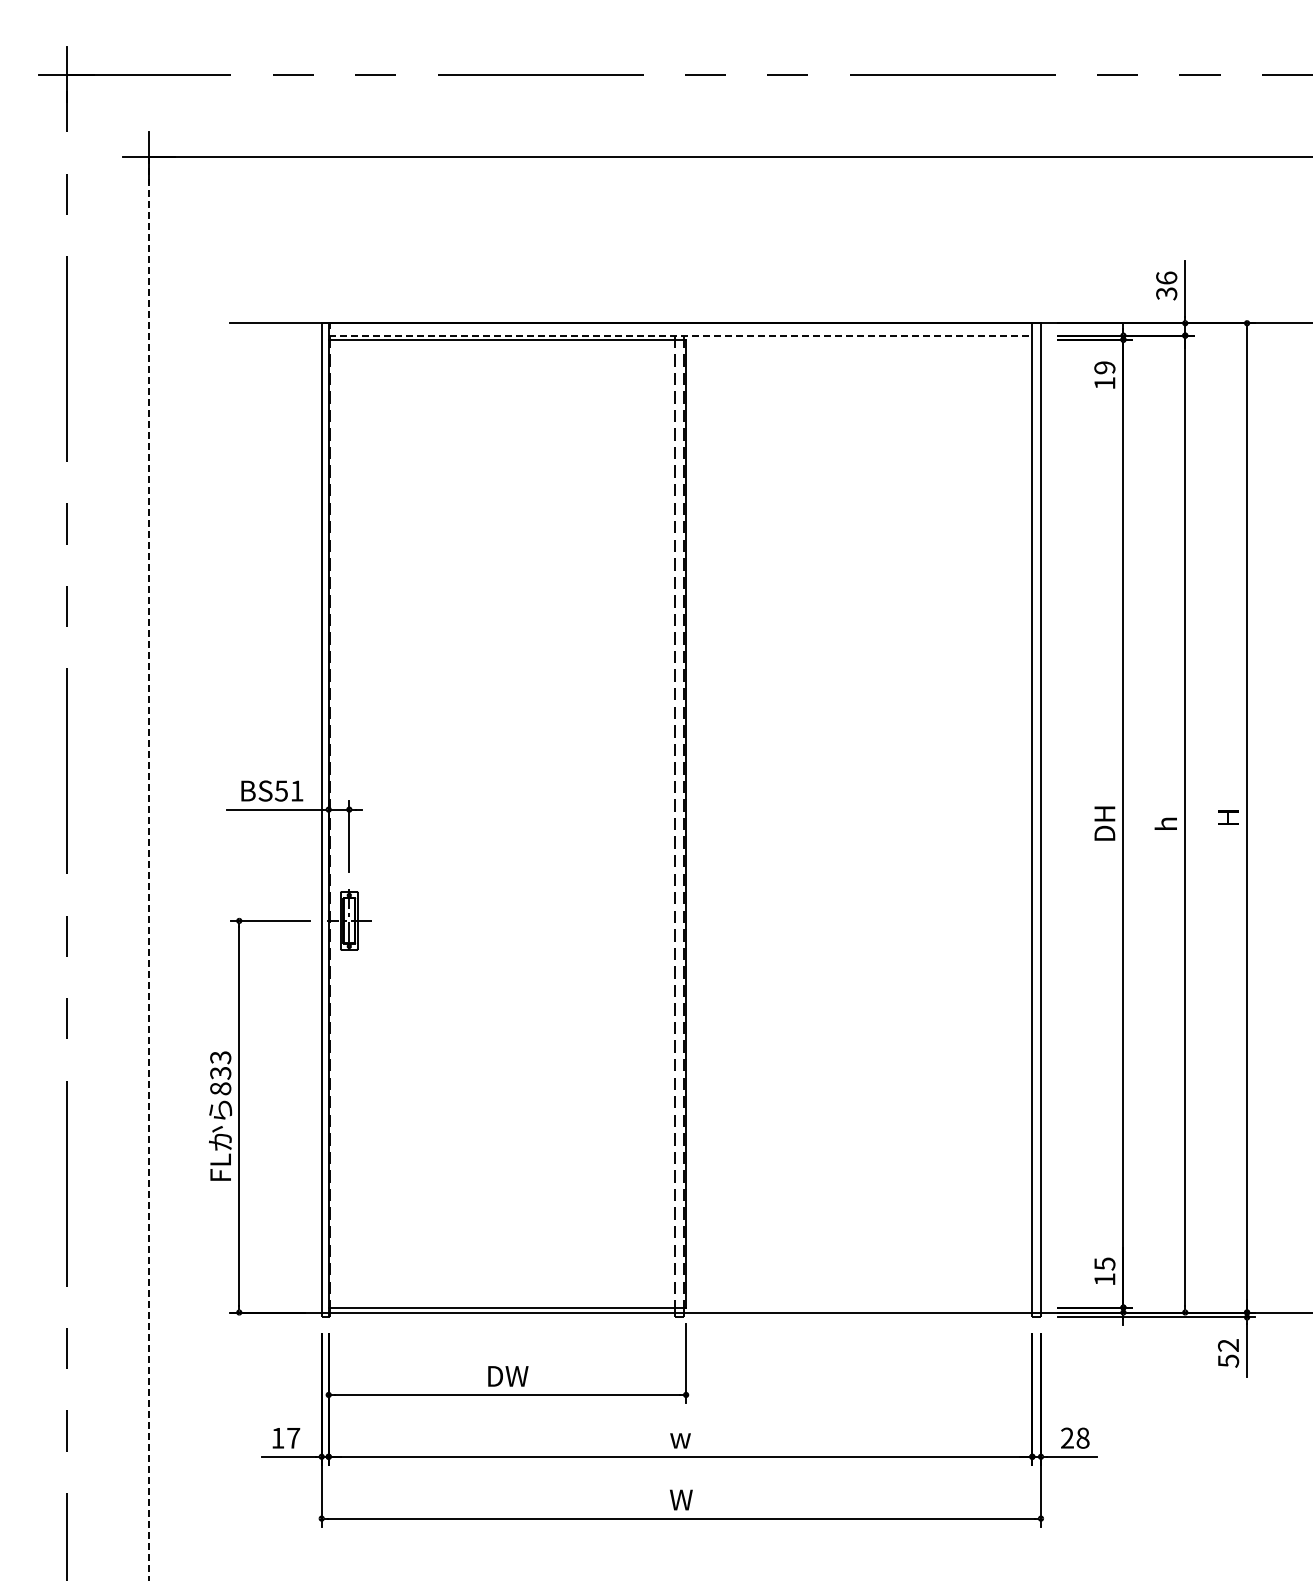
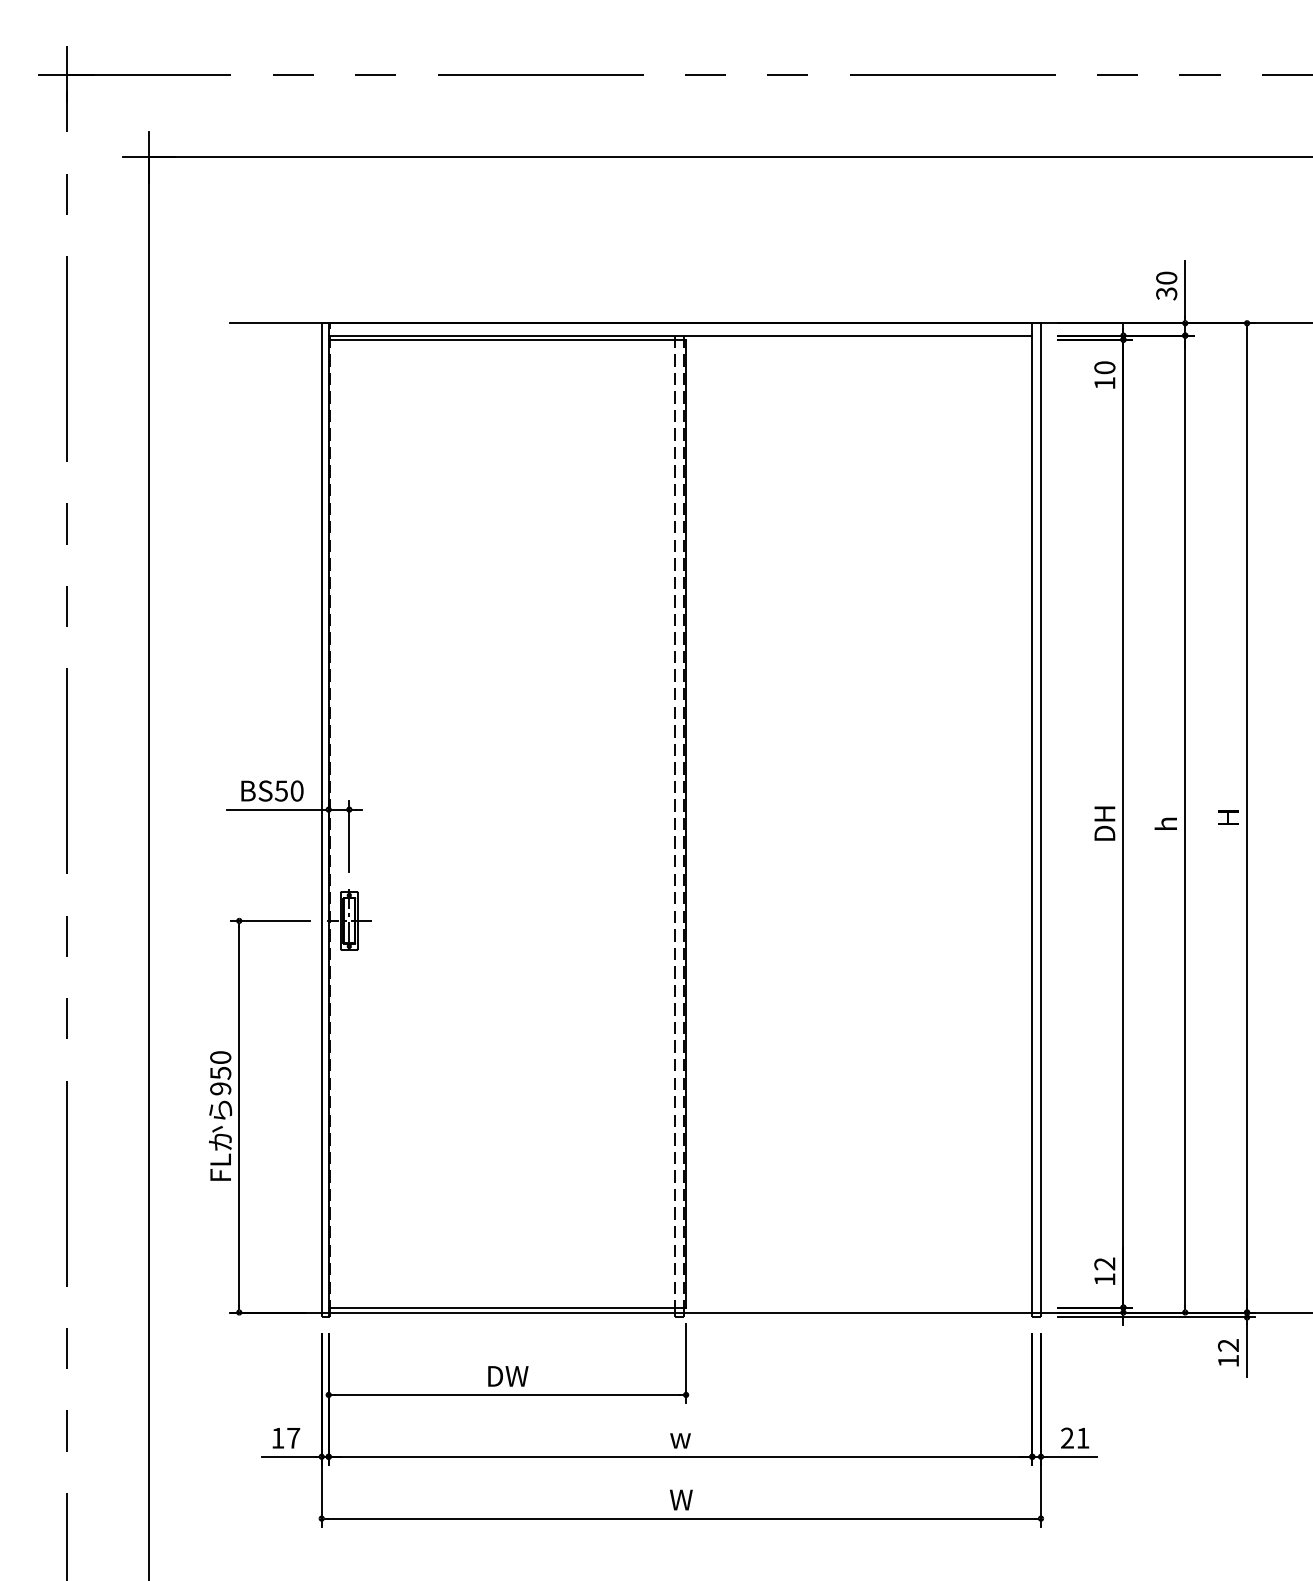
text at (1166, 277): 36 -> 30
line at (680, 335): dashed -> solid
text at (1104, 367): 19 -> 10
text at (296, 790): BS51 -> BS50
line at (148, 869): dashed -> solid
text at (220, 1073): 833 -> 950
text at (1104, 1263): 15 -> 12
text at (1228, 1360): 52 -> 12
text at (1082, 1437): 28 -> 21
